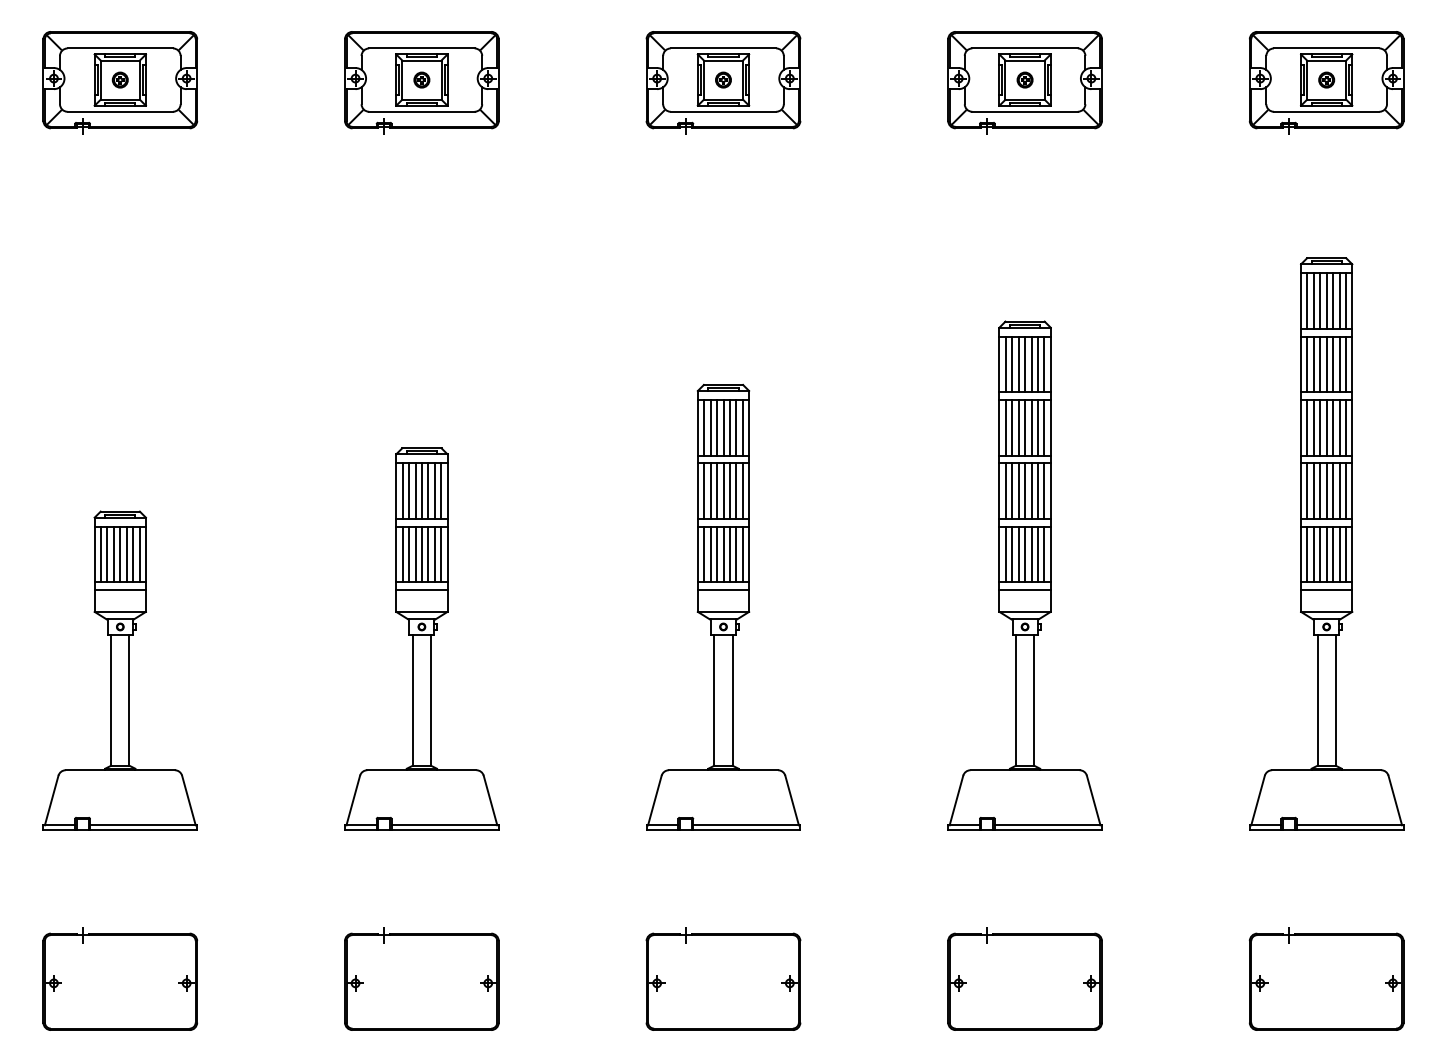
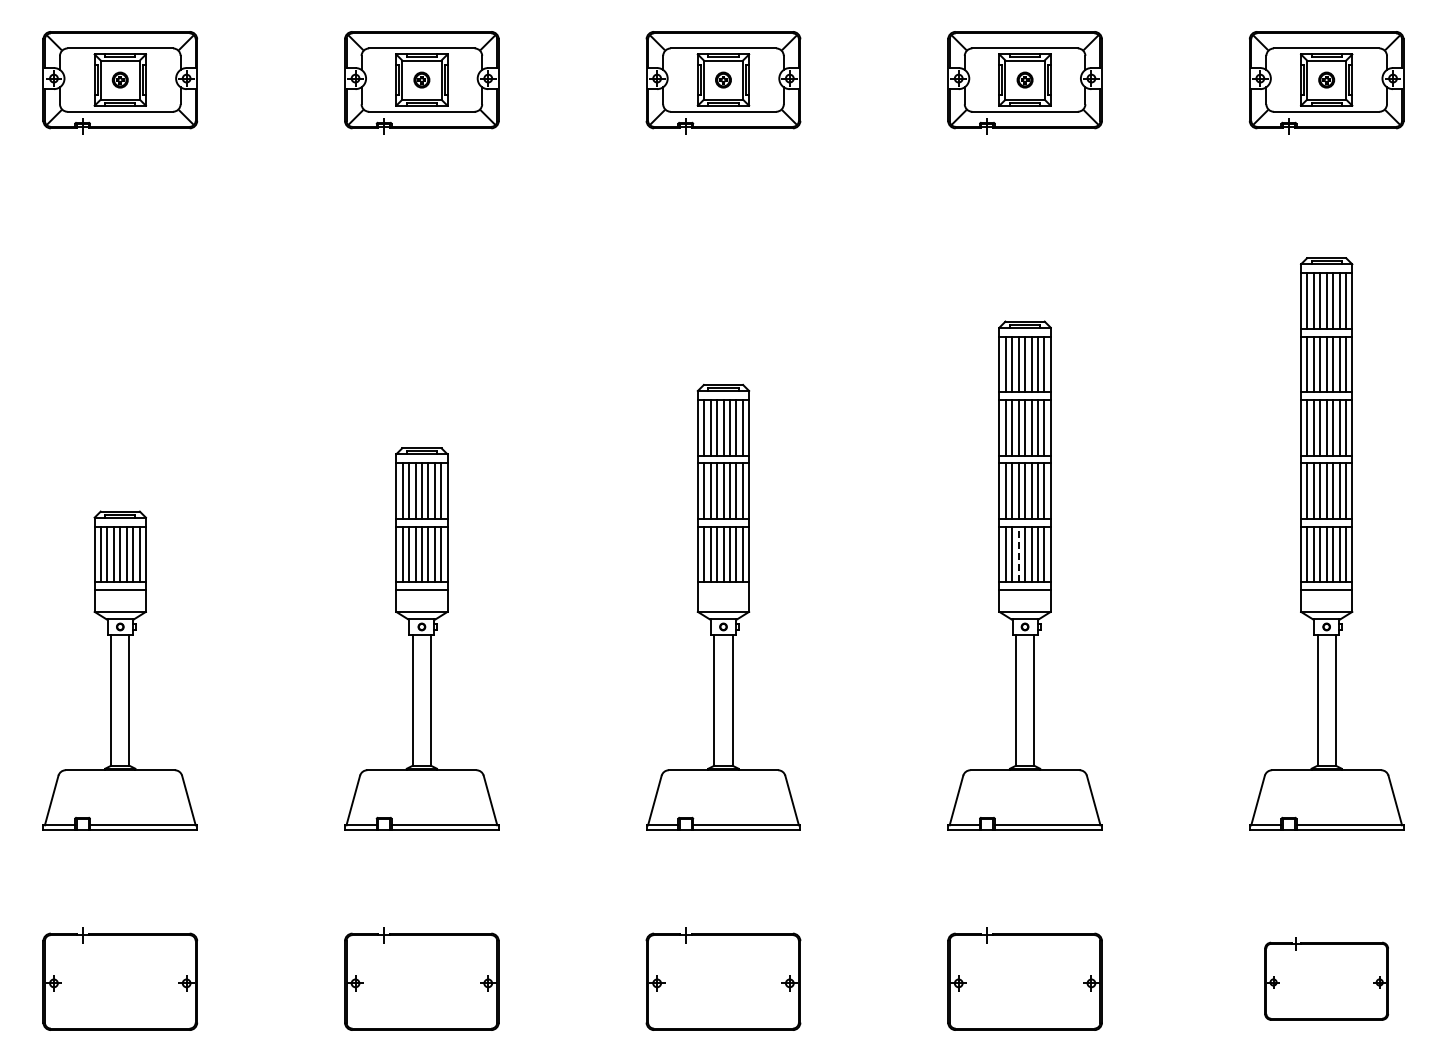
line at (1018, 554): solid -> dashed
line at (723, 590): present -> none
part at (1326, 978) size: 157x104 px -> 125x84 px
